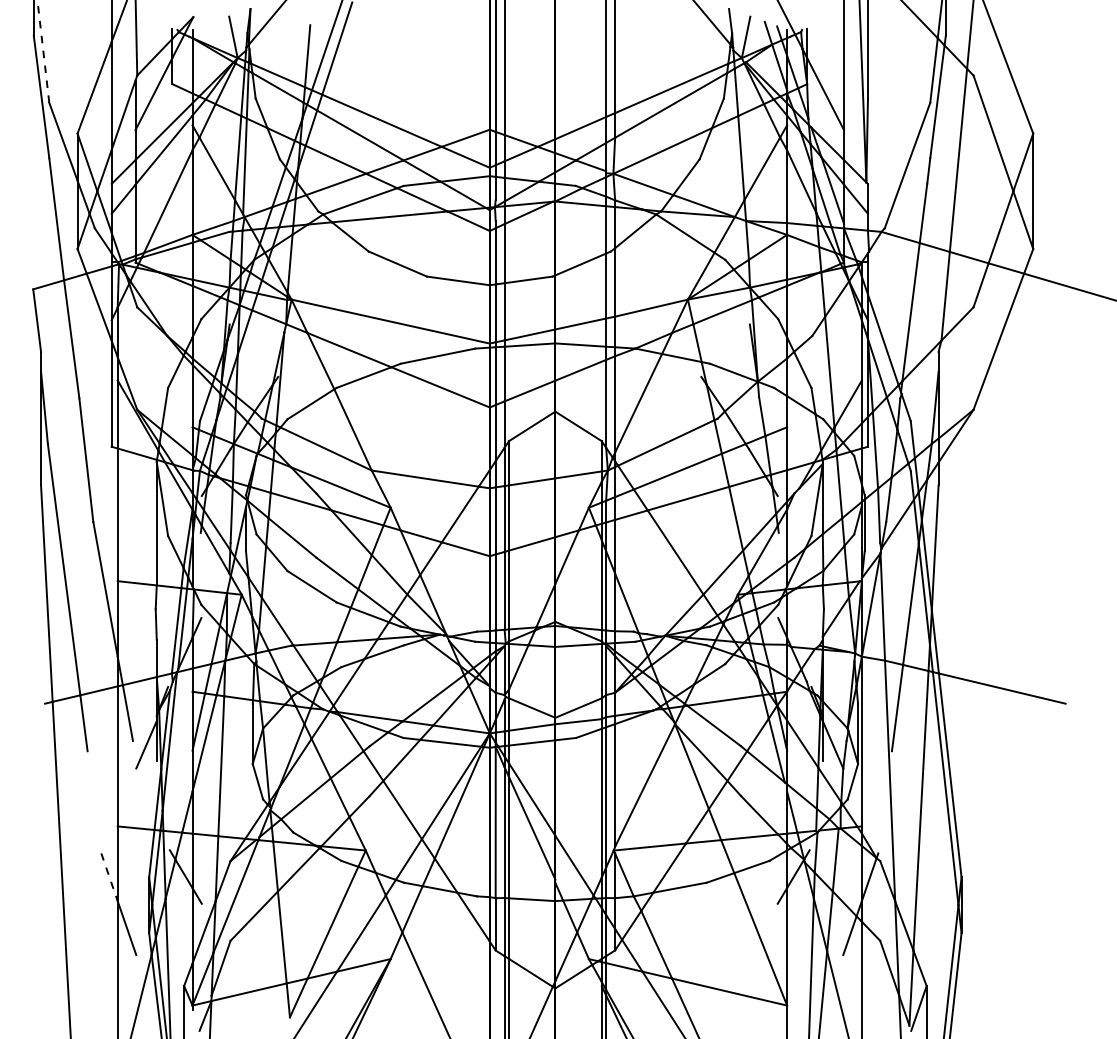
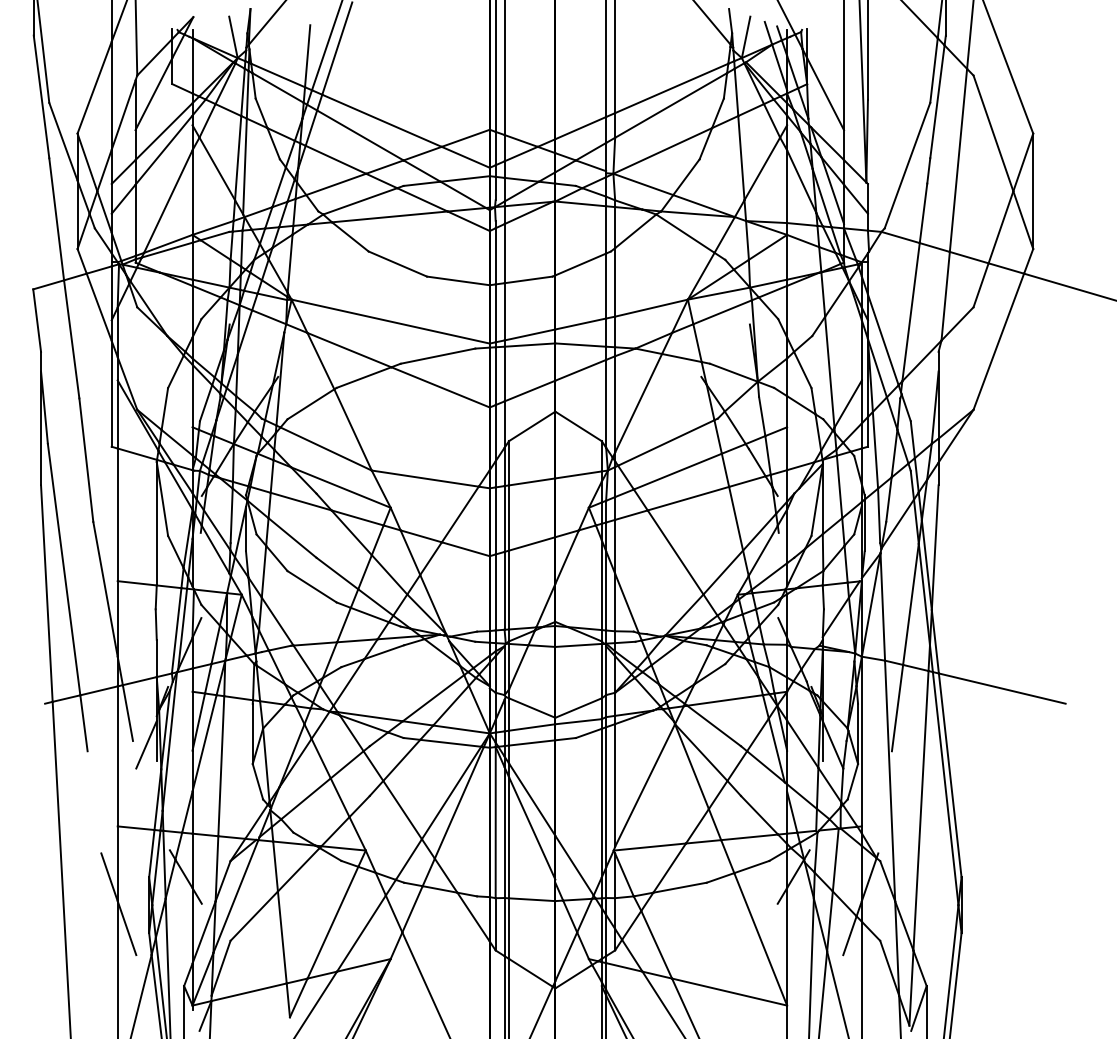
line at (43, 51): dashed -> solid
line at (109, 877): dashed -> solid
